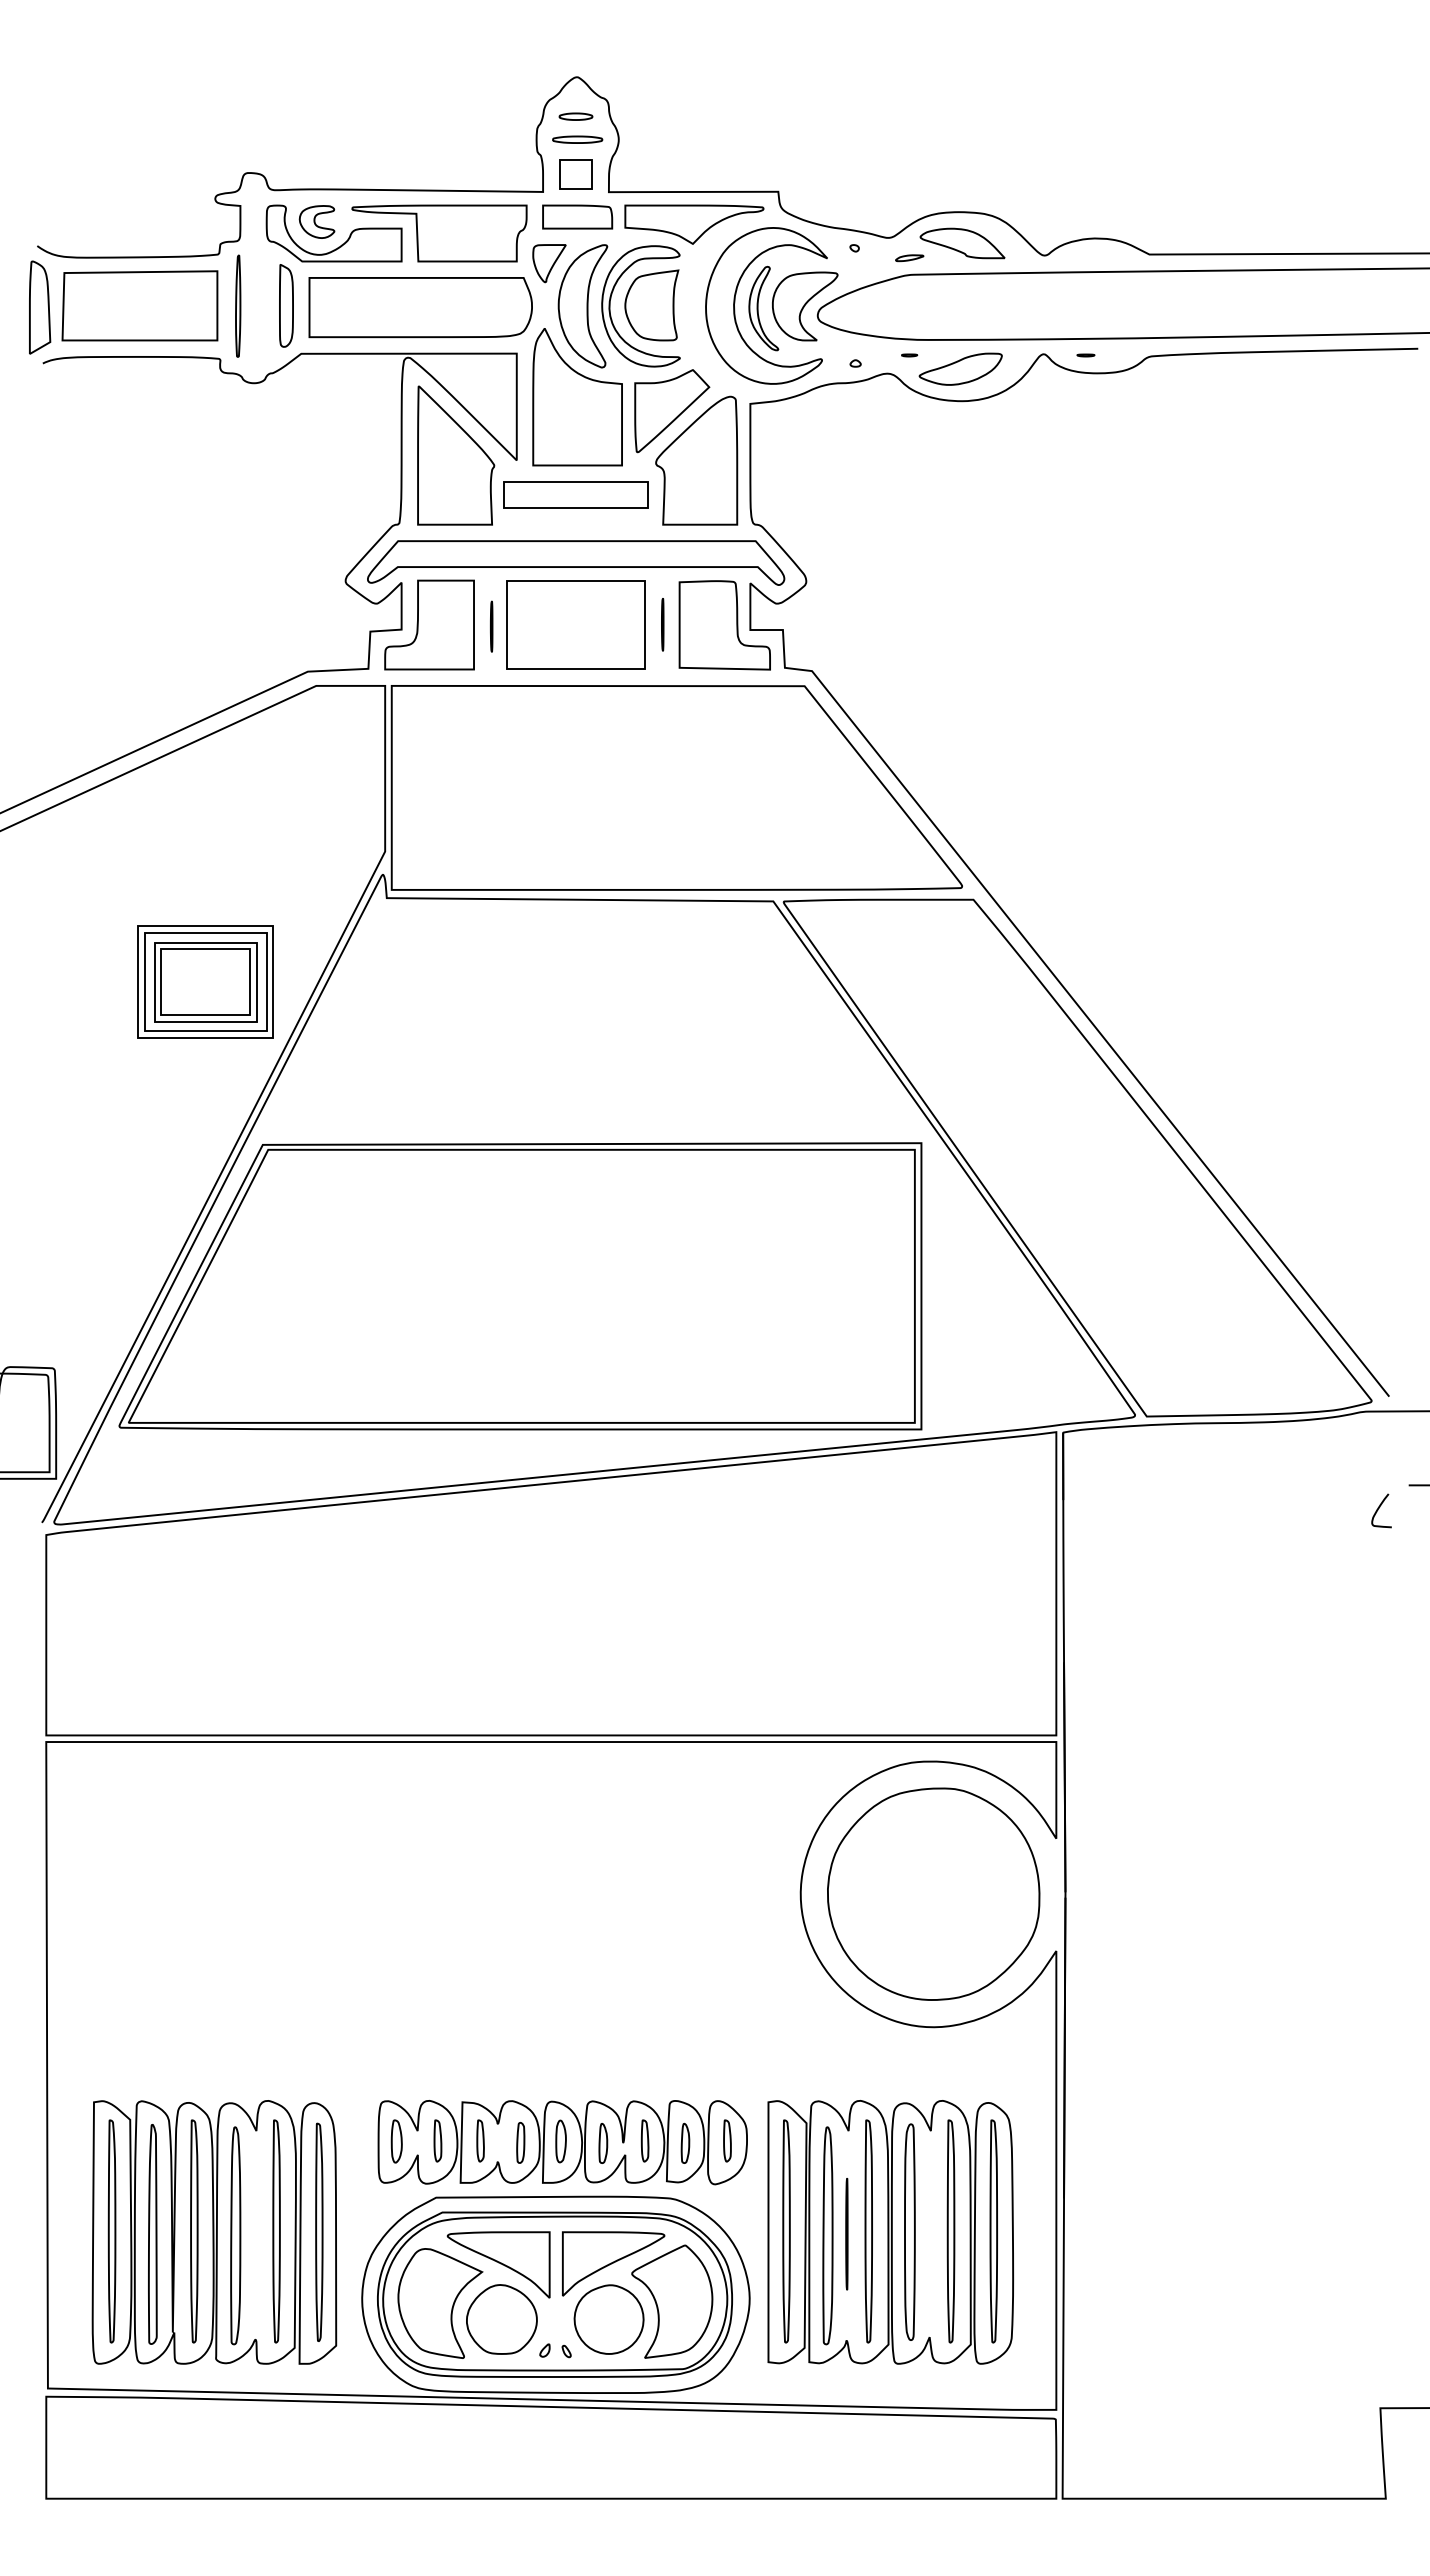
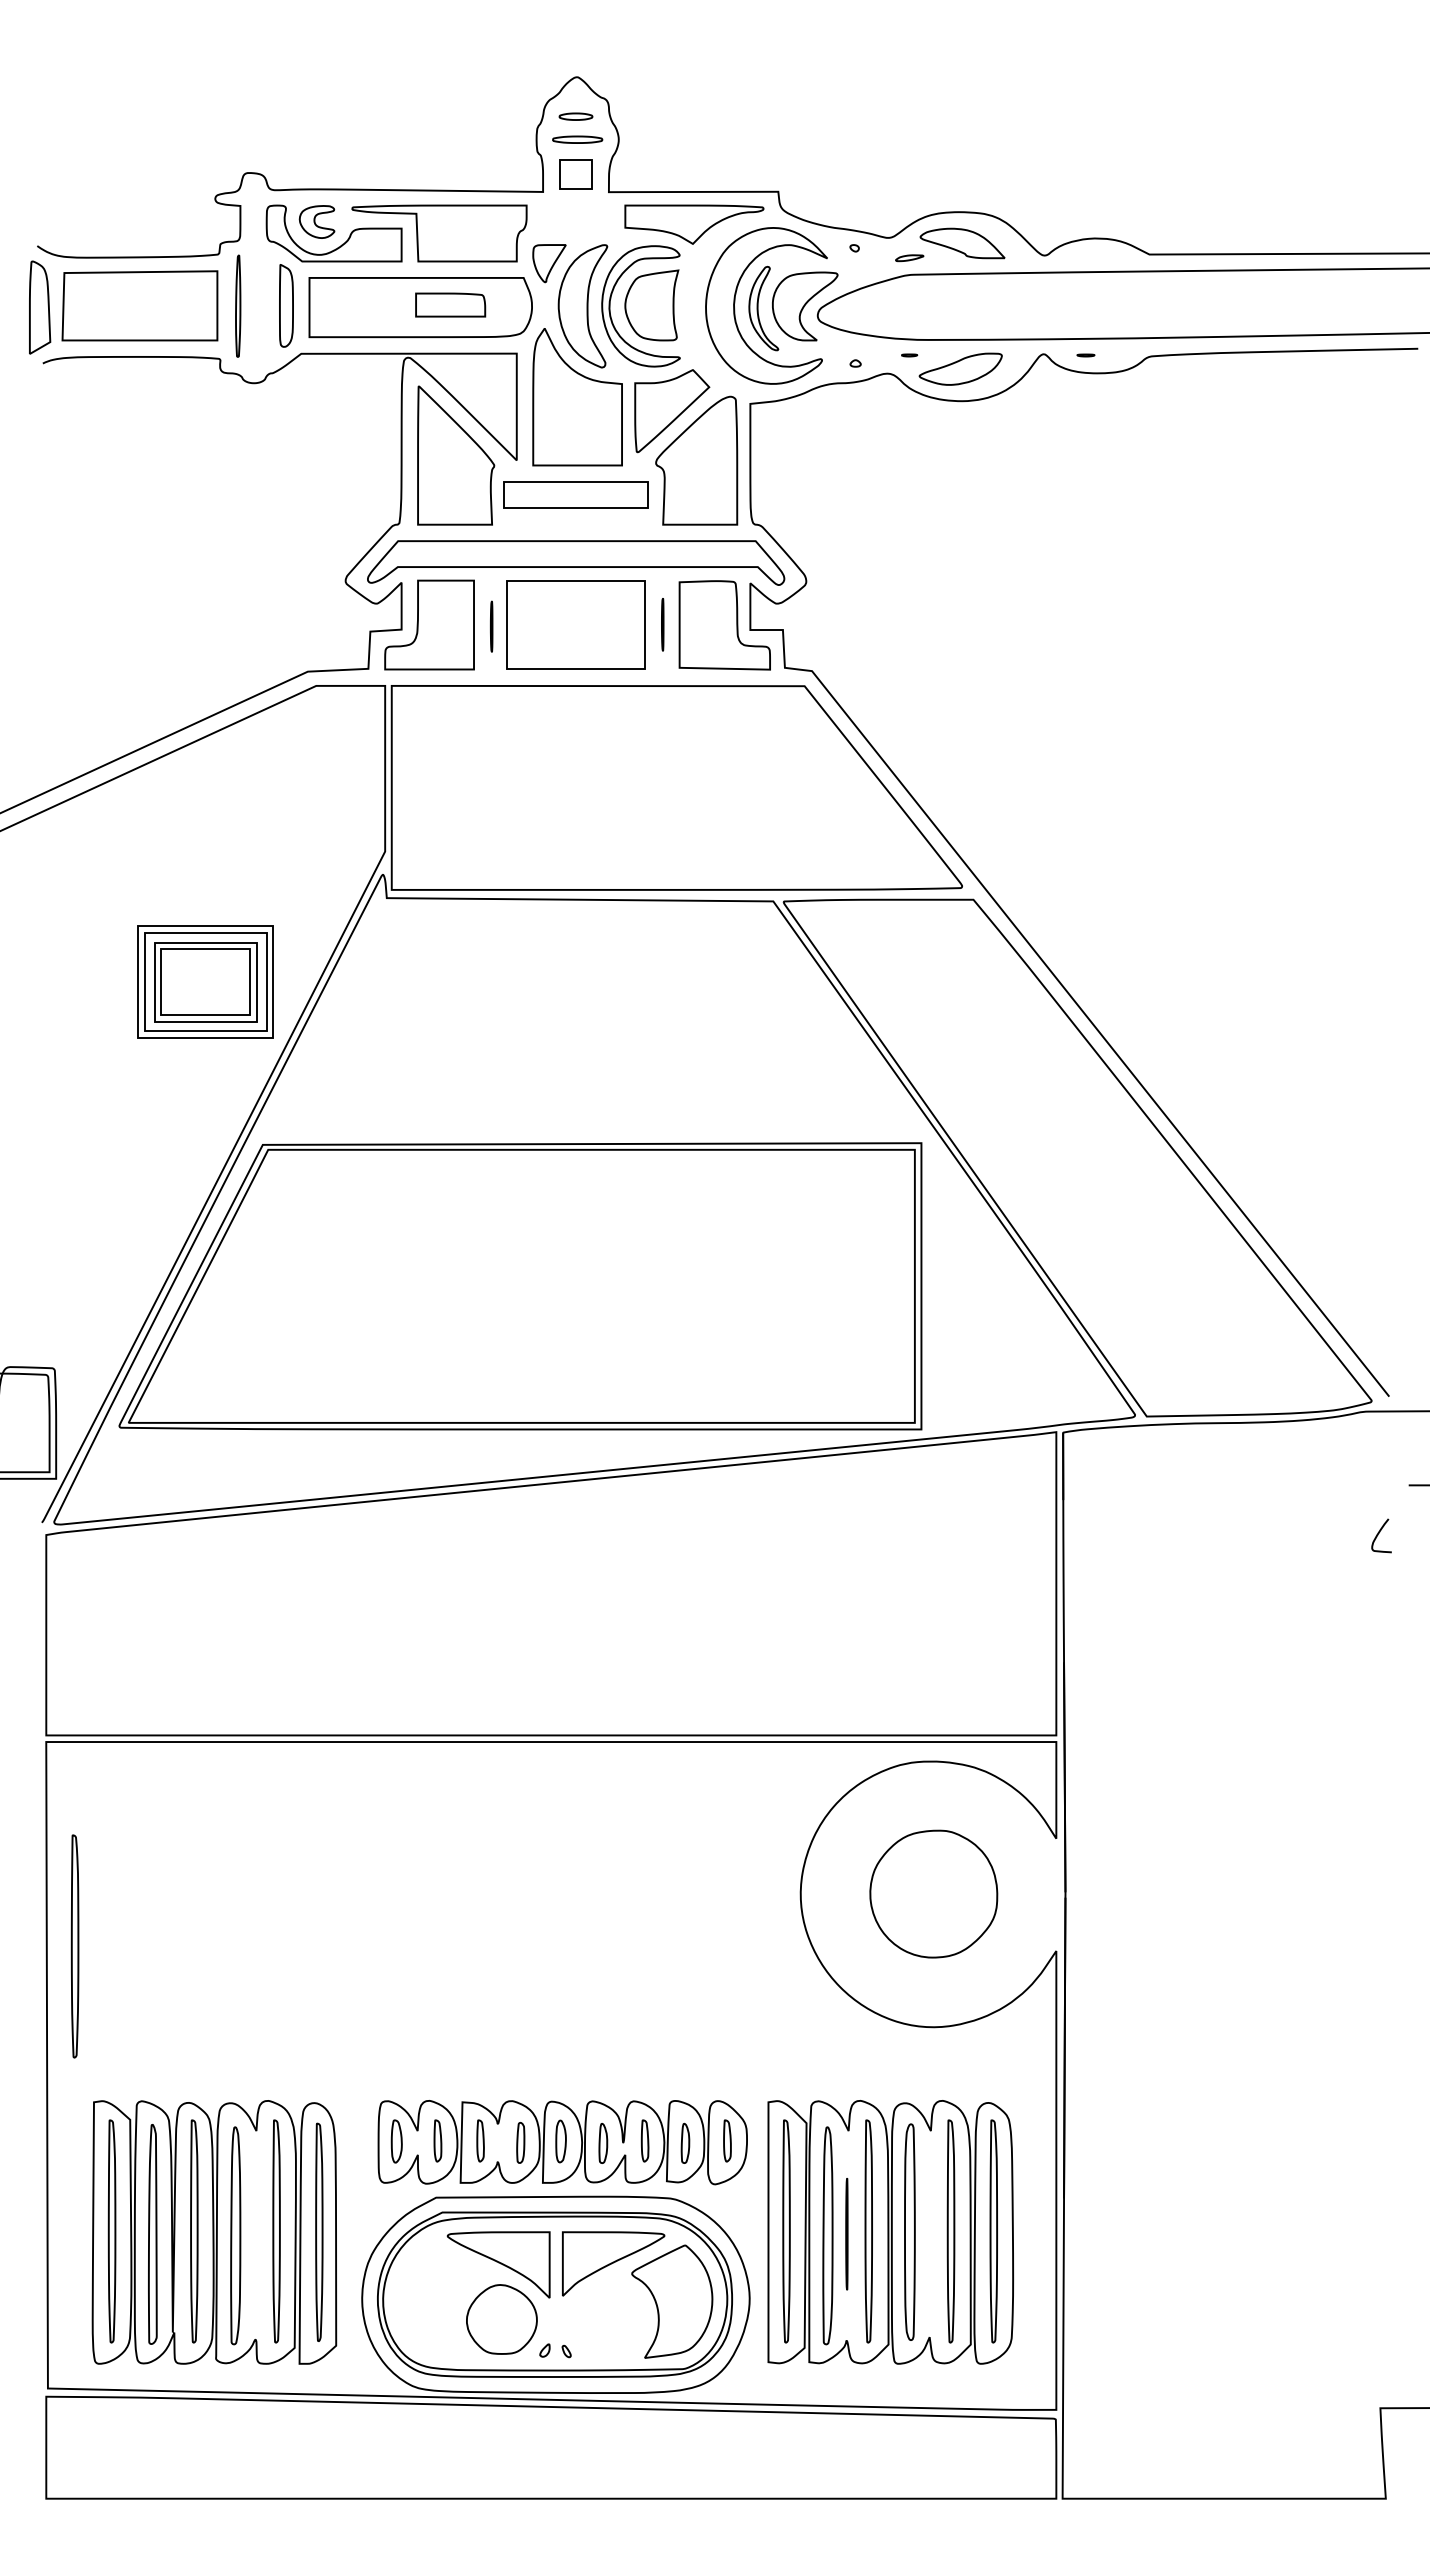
part at (577, 216) position: (577, 216) -> (450, 304)
curve at (1379, 1508) position: (1379, 1508) -> (1379, 1533)
part at (933, 1893) size: 214x214 px -> 130x130 px
part at (74, 1946): none -> present
part at (440, 2303): present -> none
part at (608, 2319): present -> none
